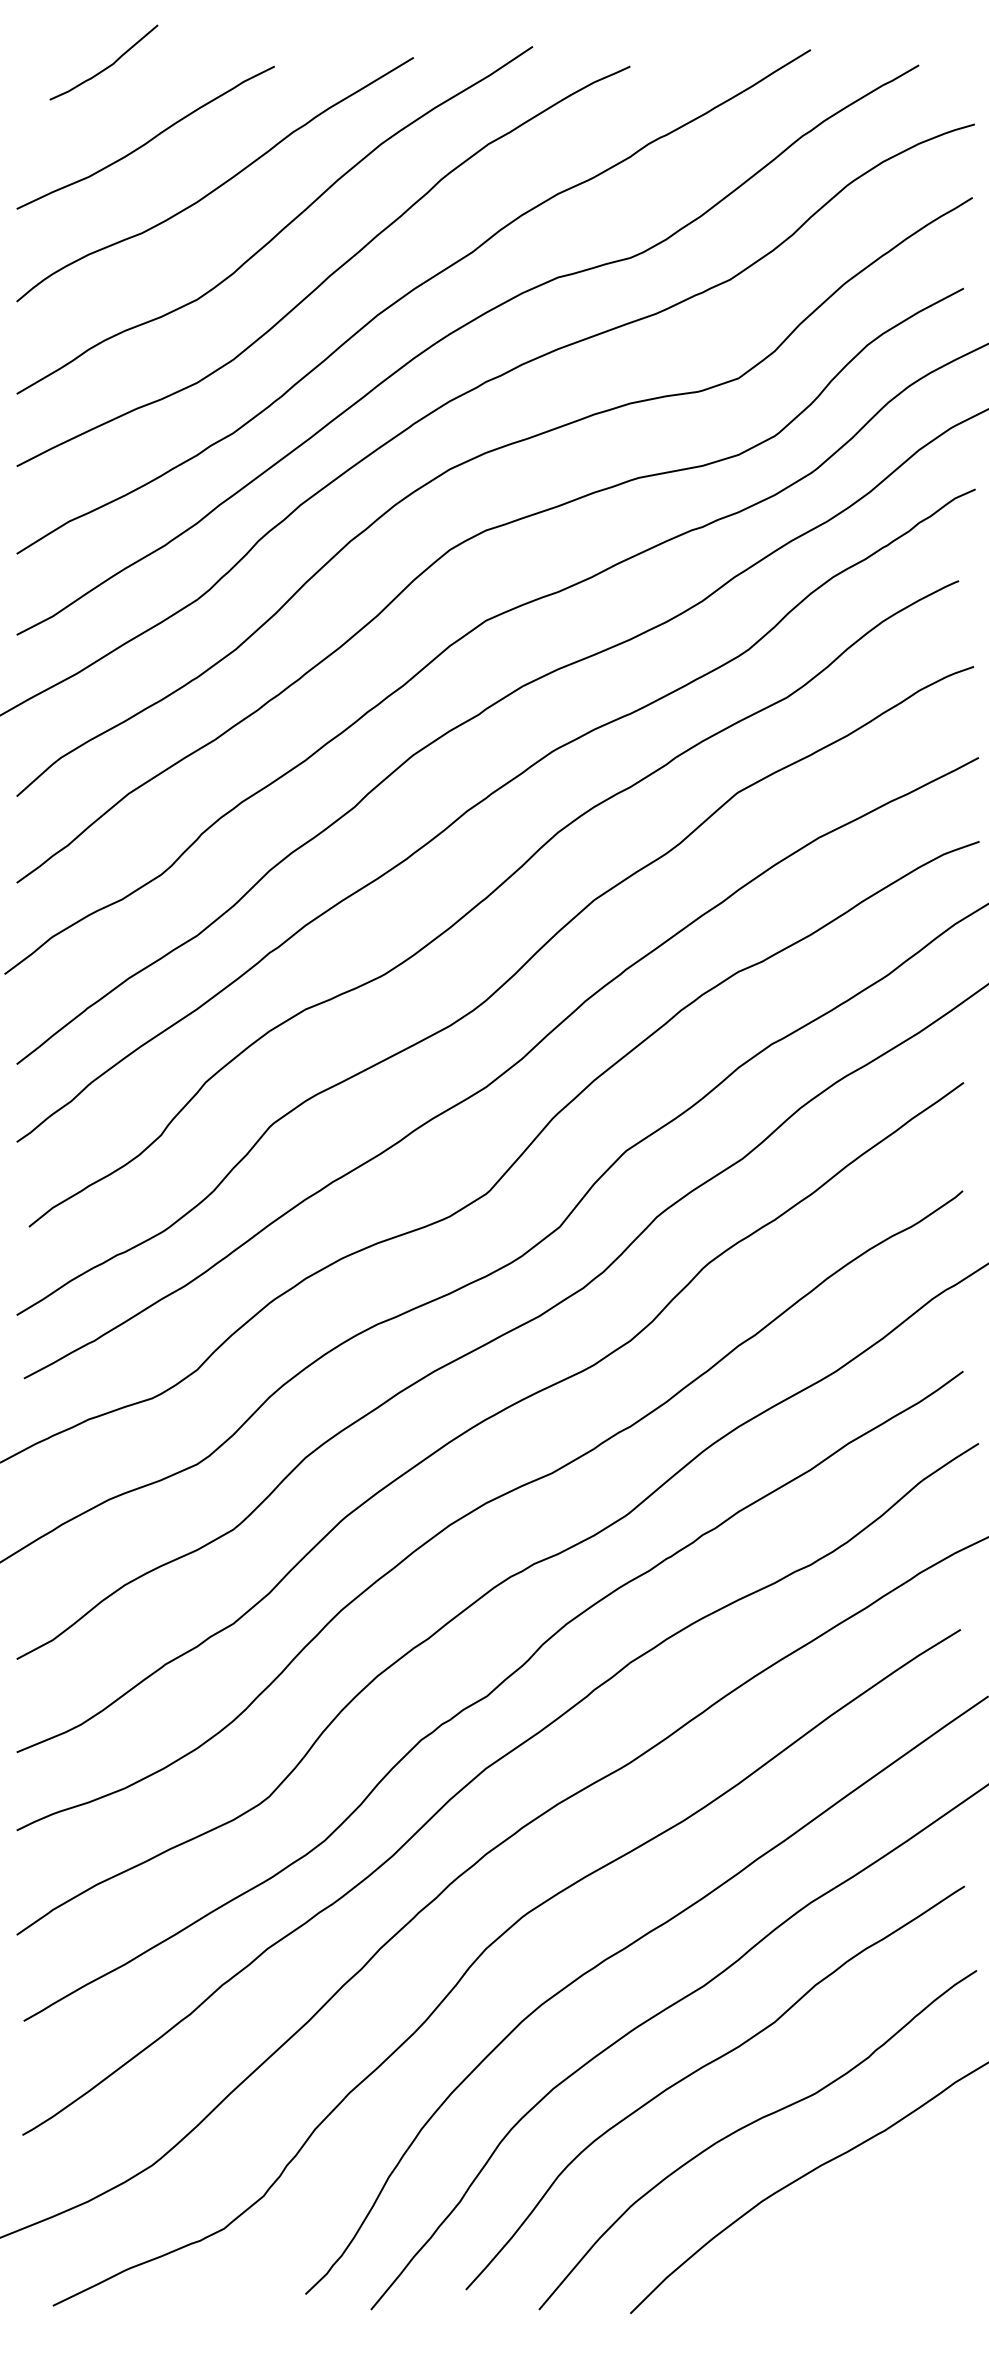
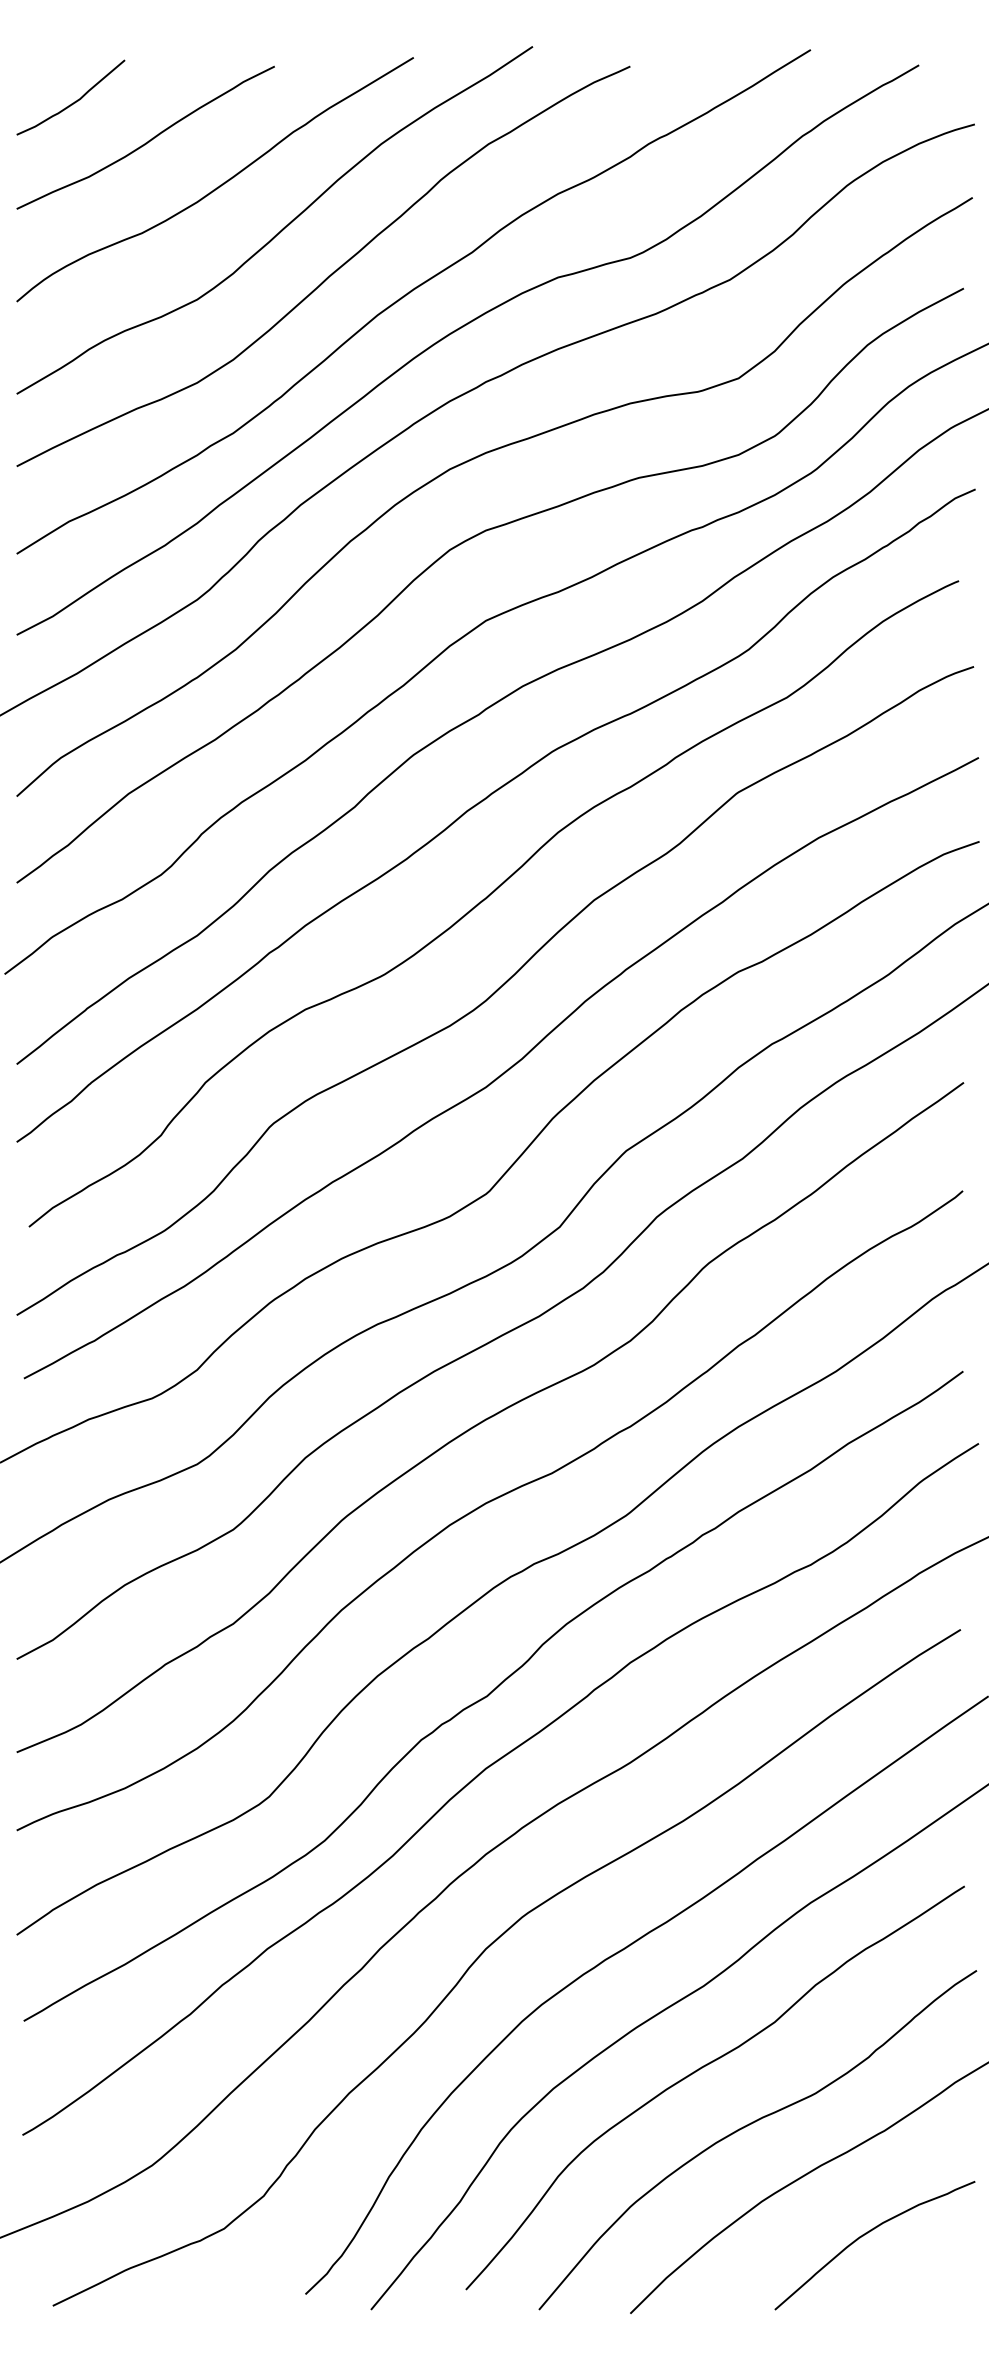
curve at (107, 66) position: (107, 66) -> (74, 101)
curve at (868, 2233): none -> present
